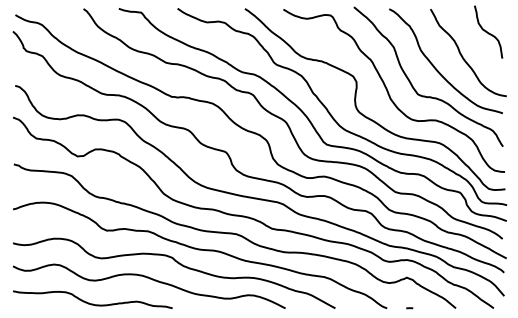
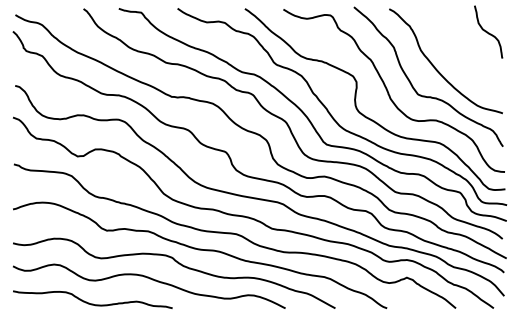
curve at (463, 56): present -> none
line at (409, 308): present -> none
